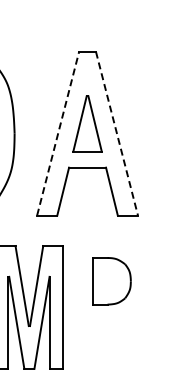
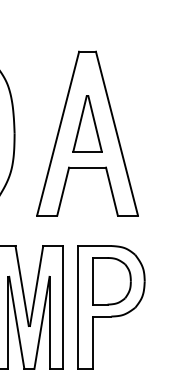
line at (58, 133): dashed -> solid
line at (116, 133): dashed -> solid
part at (111, 307): none -> present
